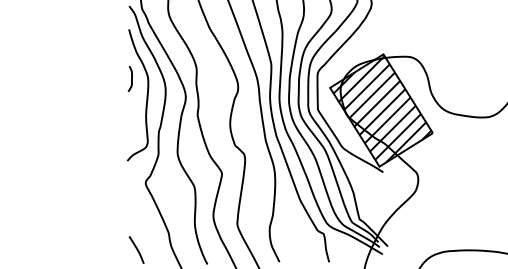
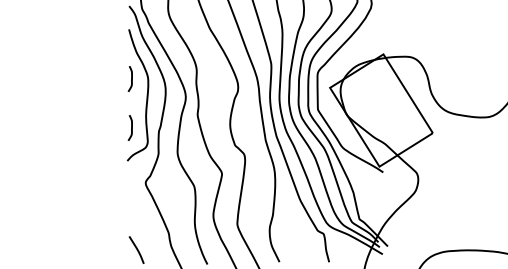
hatch at (382, 109): present -> none
curve at (131, 127): none -> present
